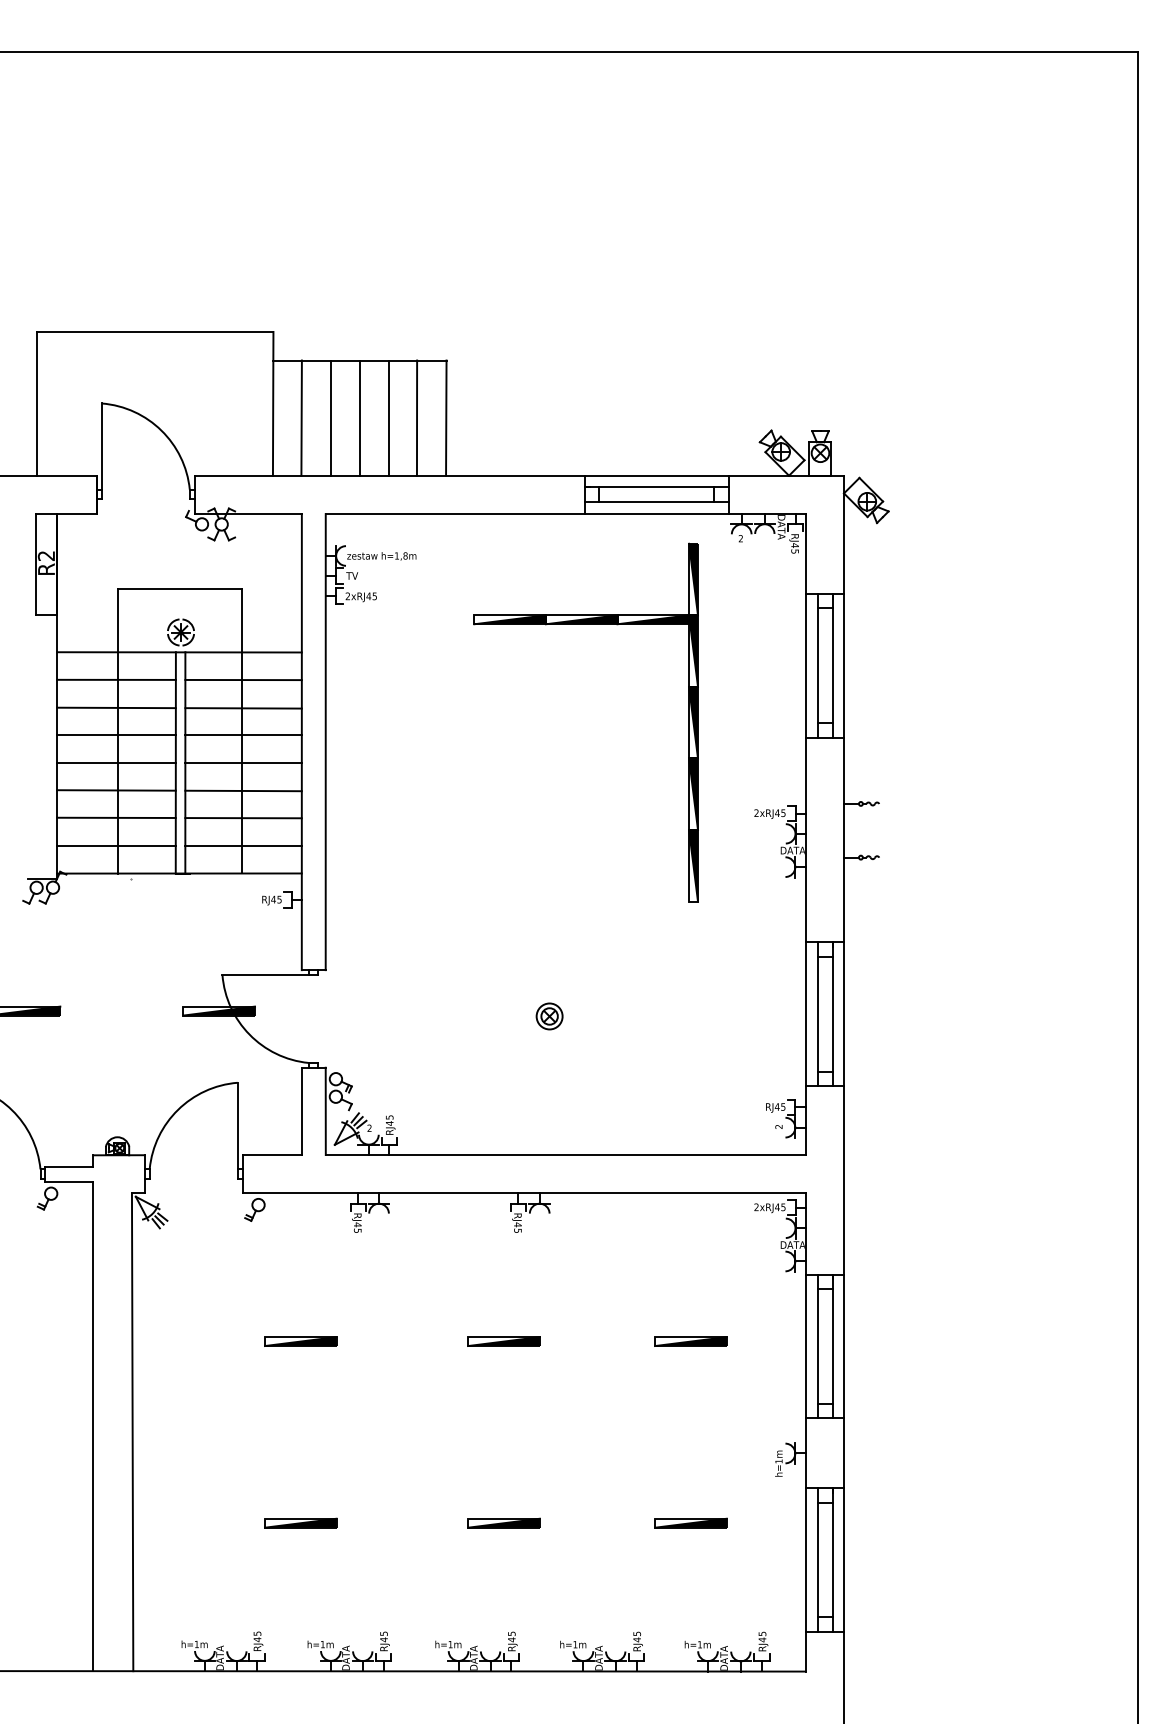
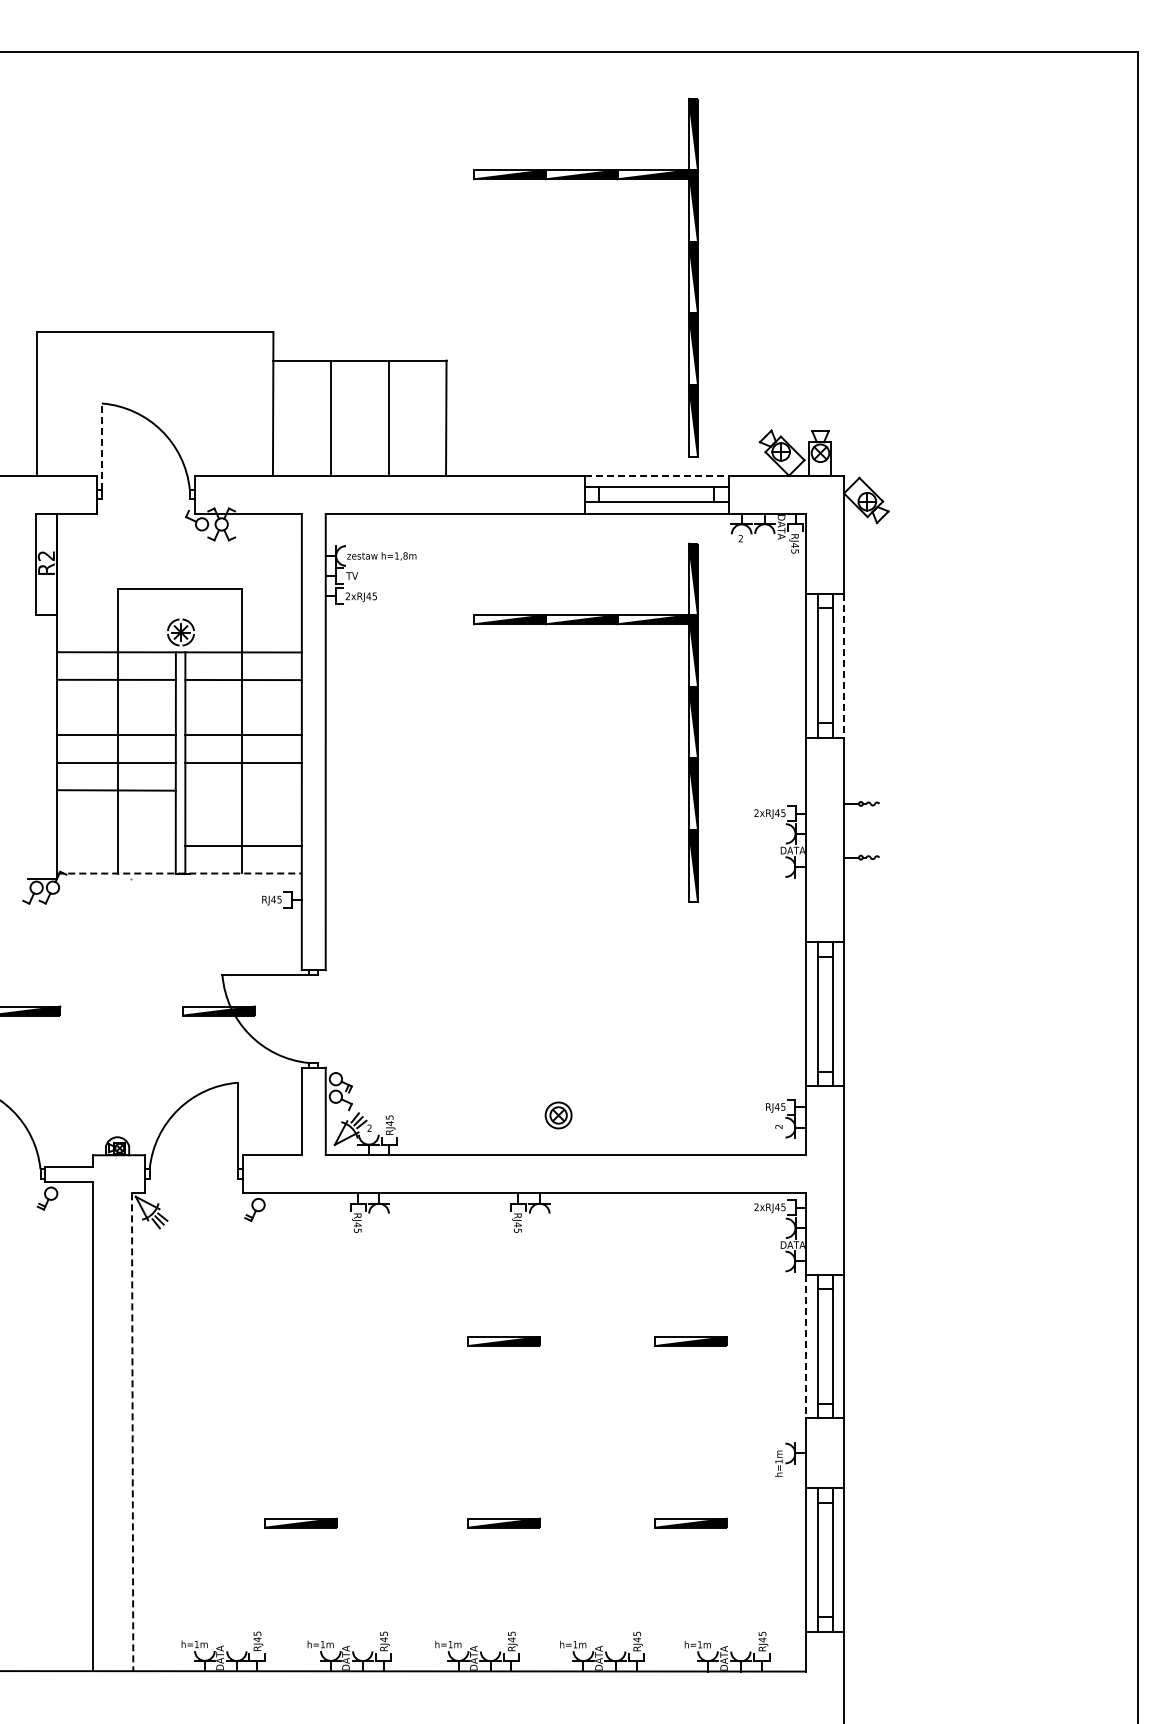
part at (585, 179): none -> present
line at (301, 417): present -> none
line at (359, 417): present -> none
line at (416, 417): present -> none
line at (101, 446): solid -> dashed
line at (656, 475): solid -> dashed
line at (844, 665): solid -> dashed
line at (116, 707): present -> none
line at (243, 708): present -> none
line at (243, 790): present -> none
line at (116, 817): present -> none
line at (243, 818): present -> none
line at (116, 845): present -> none
line at (180, 873): solid -> dashed
part at (549, 1016) position: (549, 1016) -> (558, 1115)
part at (300, 1341): present -> none
line at (805, 1346): solid -> dashed
line at (132, 1432): solid -> dashed
